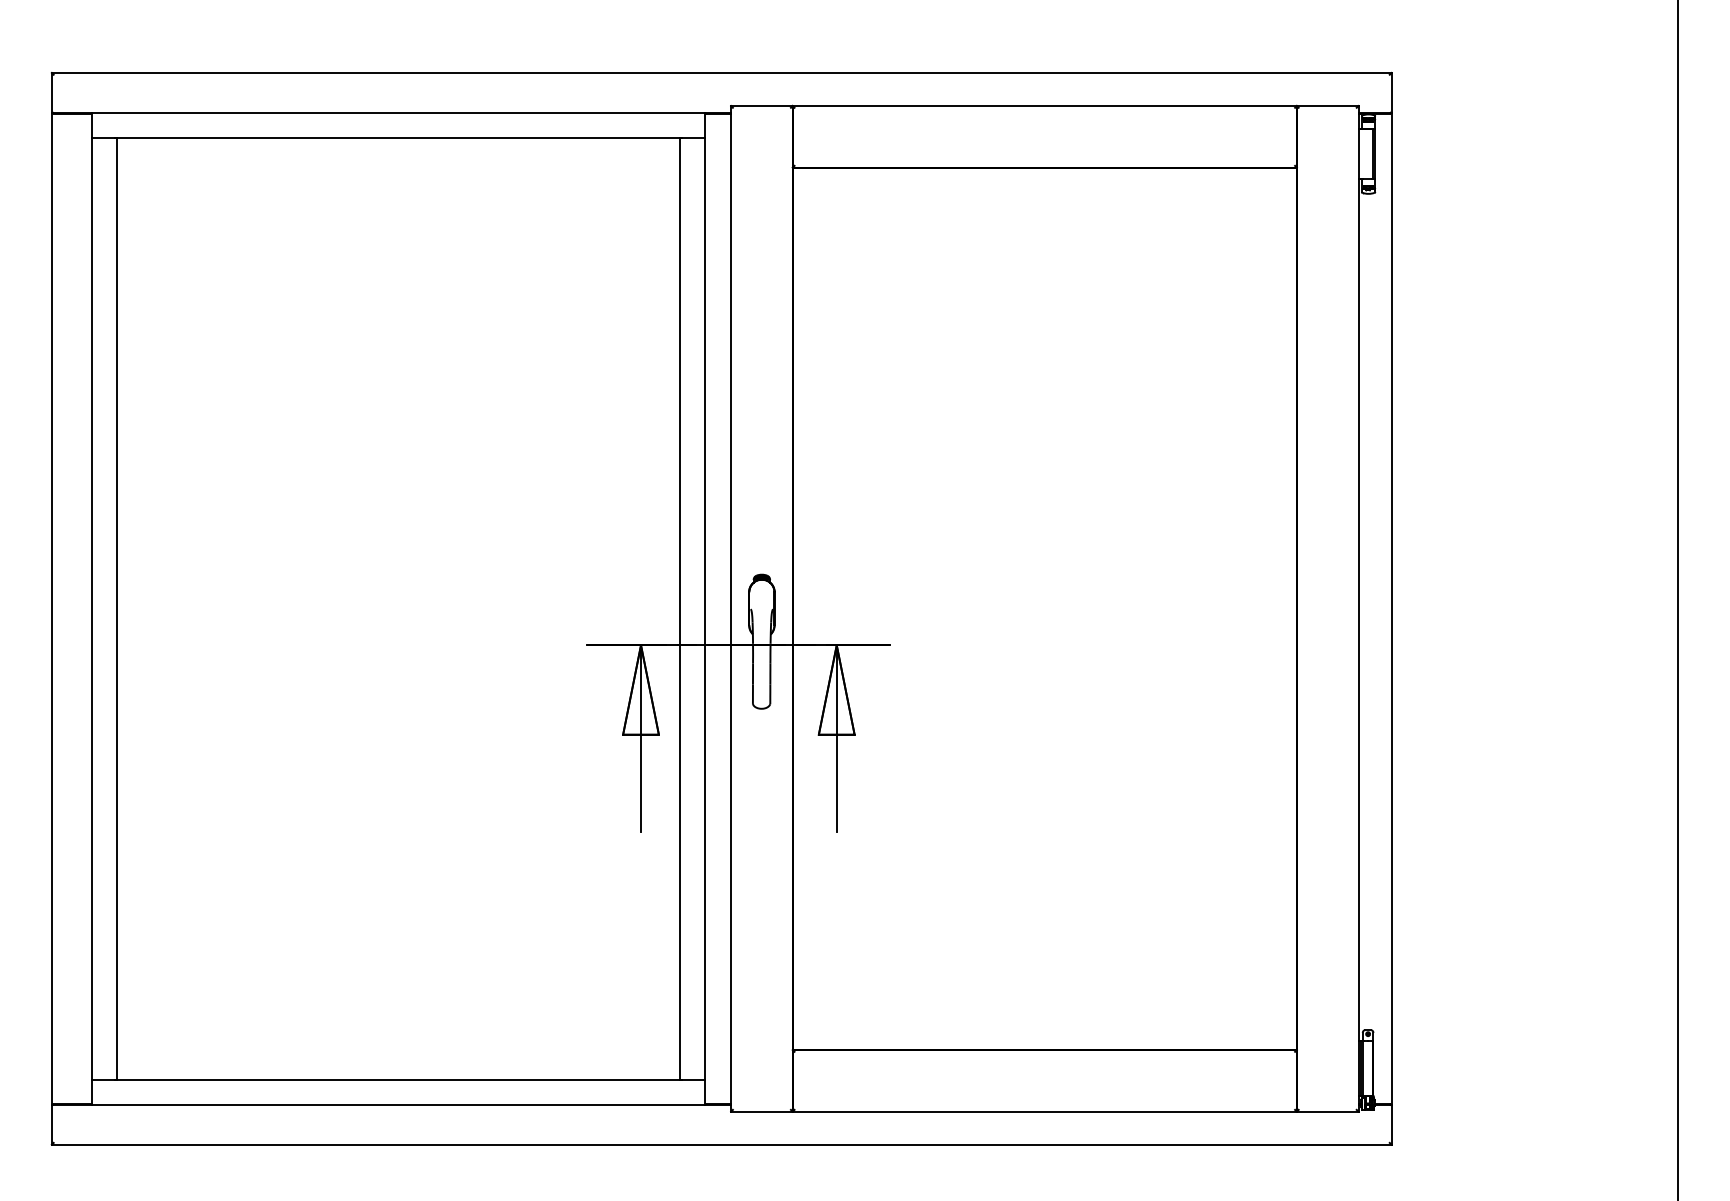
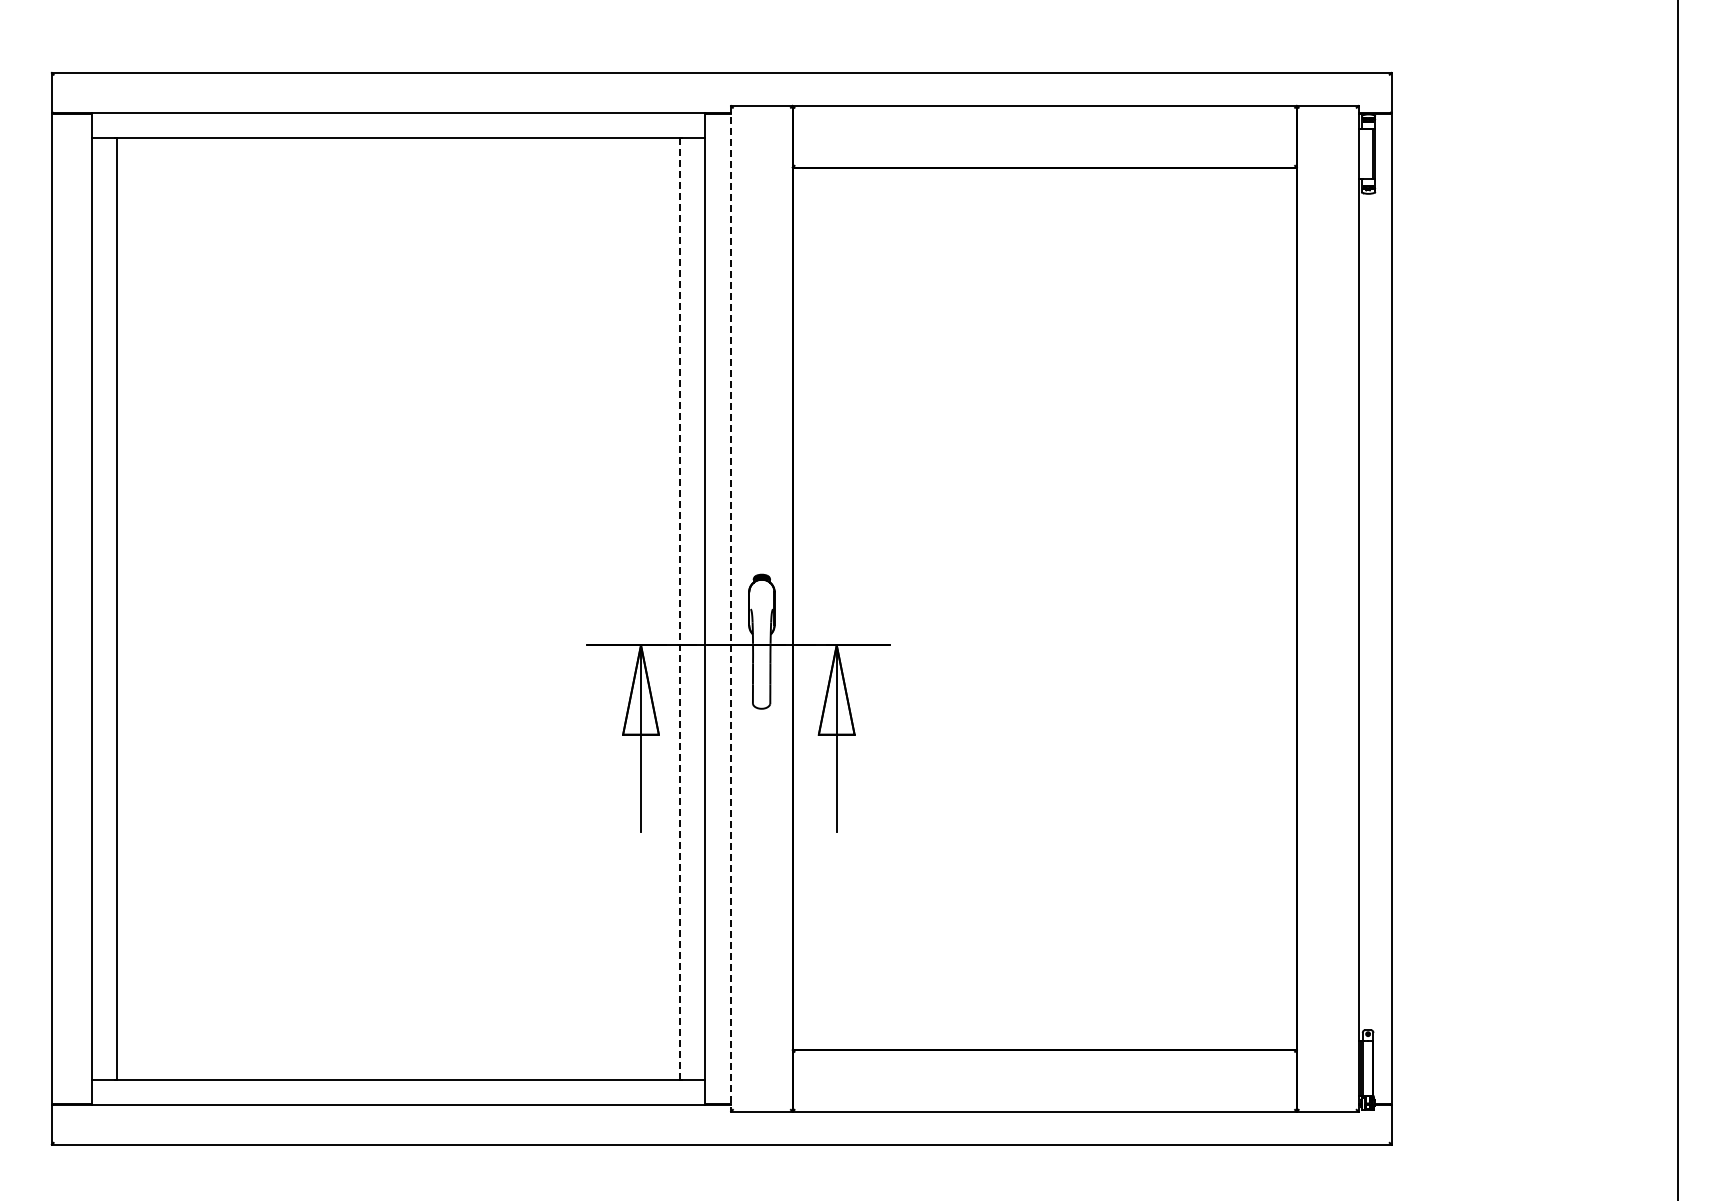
line at (680, 608): solid -> dashed
line at (731, 608): solid -> dashed
